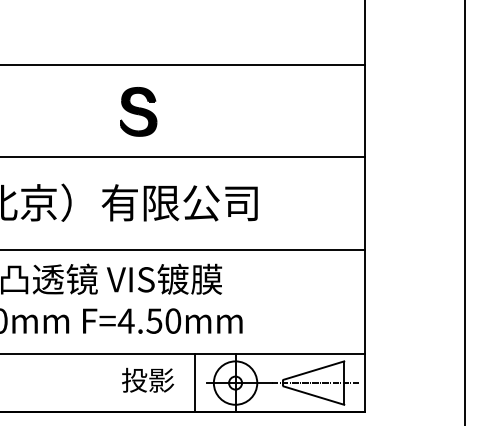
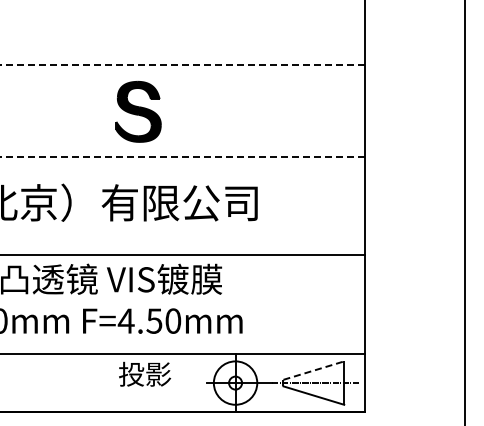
line at (183, 64): solid -> dashed
part at (138, 111) size: 38x50 px -> 47x63 px
line at (183, 157): solid -> dashed
line at (183, 250) position: (183, 250) -> (183, 255)
line at (313, 370): solid -> dashed
text at (148, 379) position: (148, 379) -> (145, 373)
line at (194, 383): present -> none
